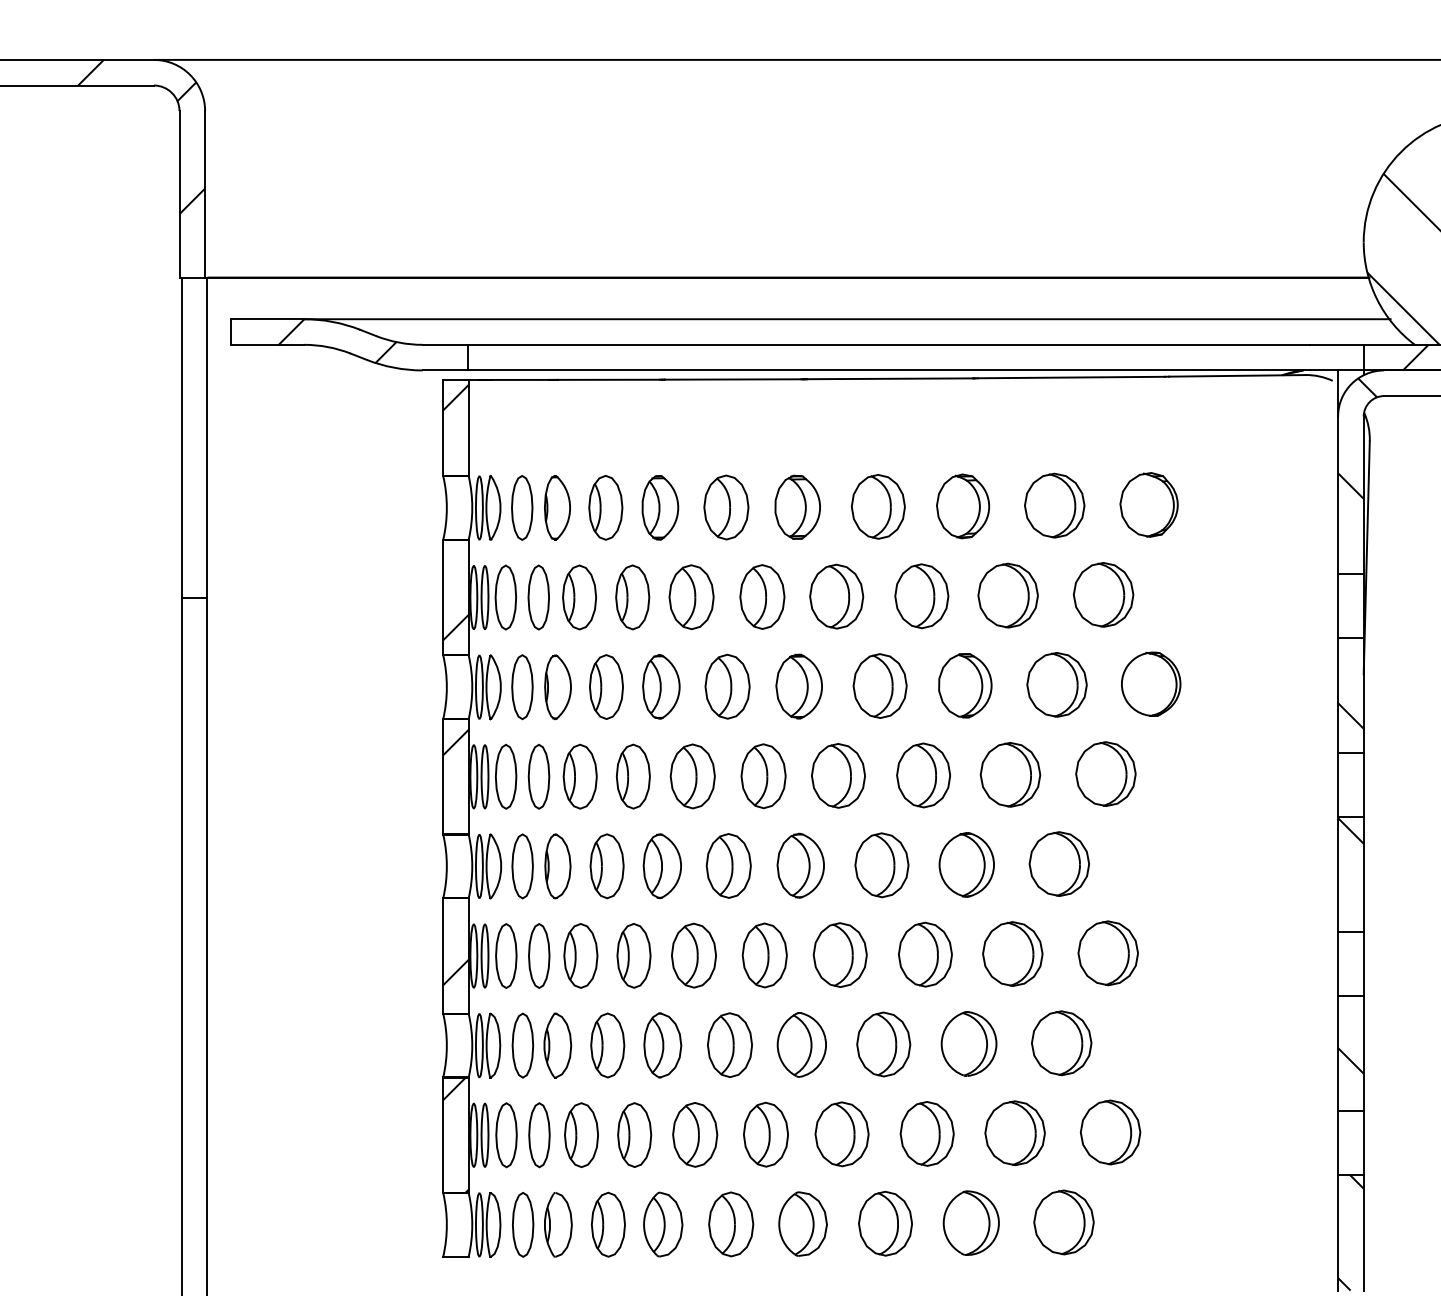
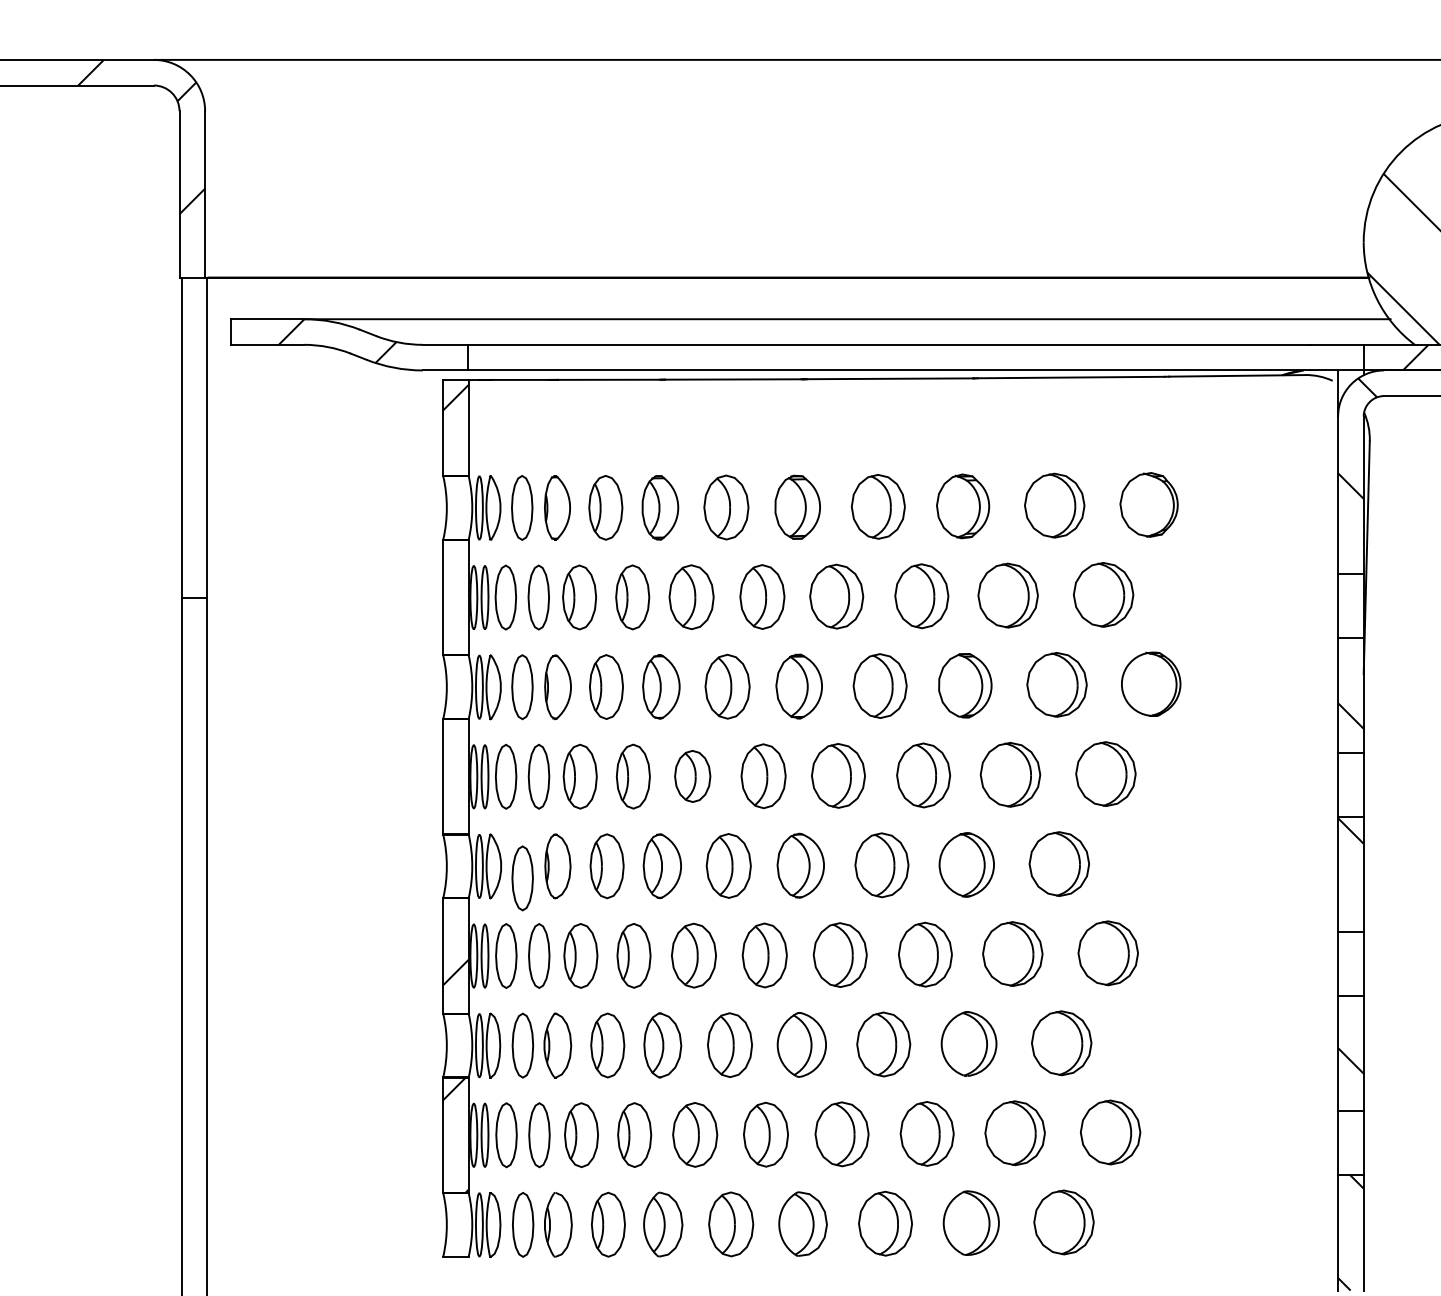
hatch at (455, 627): present -> none
hatch at (455, 742): present -> none
part at (692, 776) size: 47x67 px -> 38x53 px
part at (522, 866) position: (522, 866) -> (522, 878)
